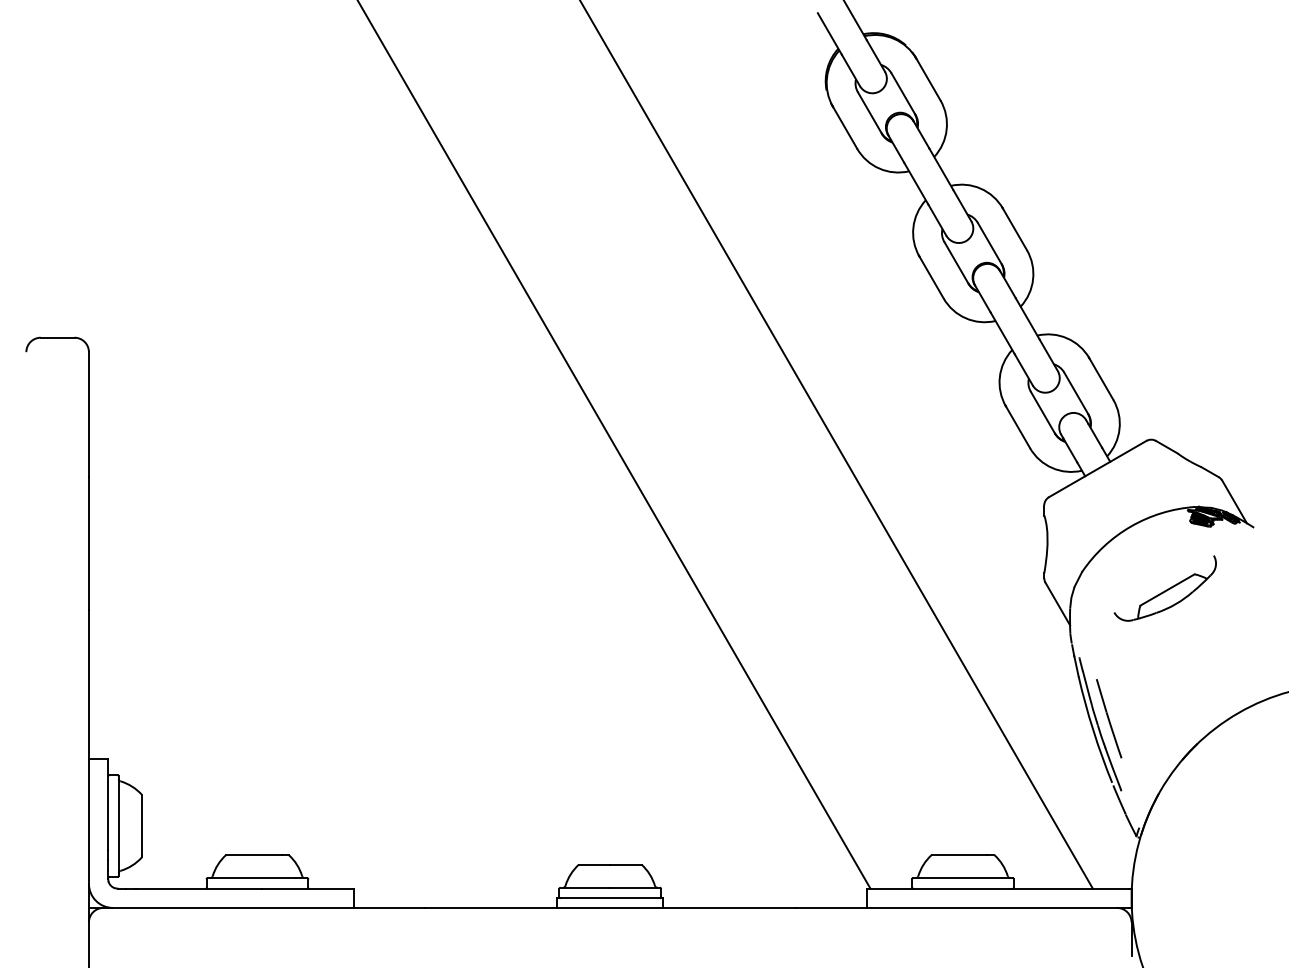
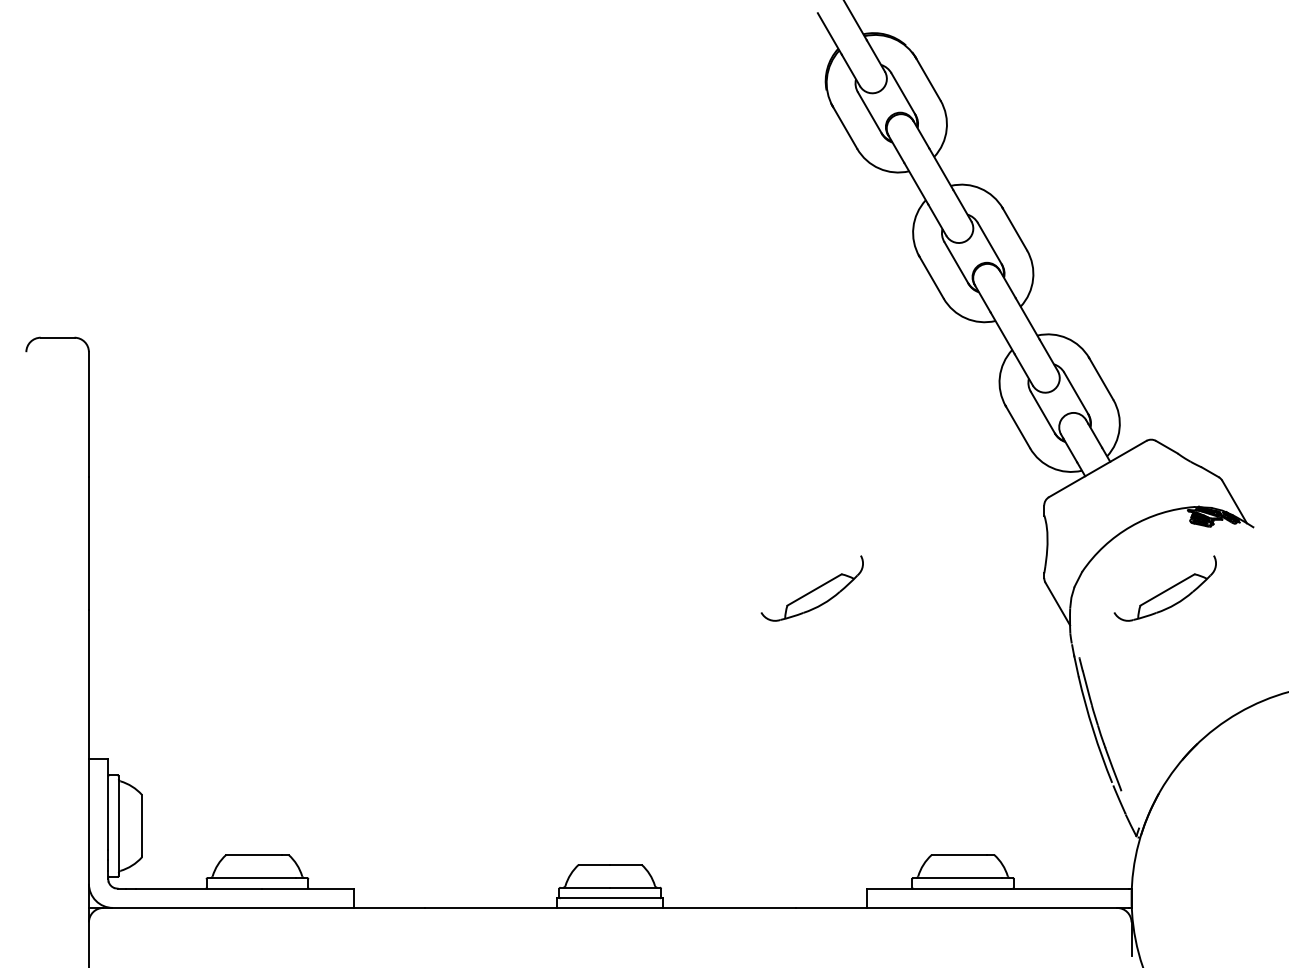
line at (614, 445): present -> none
line at (836, 445): present -> none
part at (811, 588): none -> present
line at (1109, 718): present -> none
